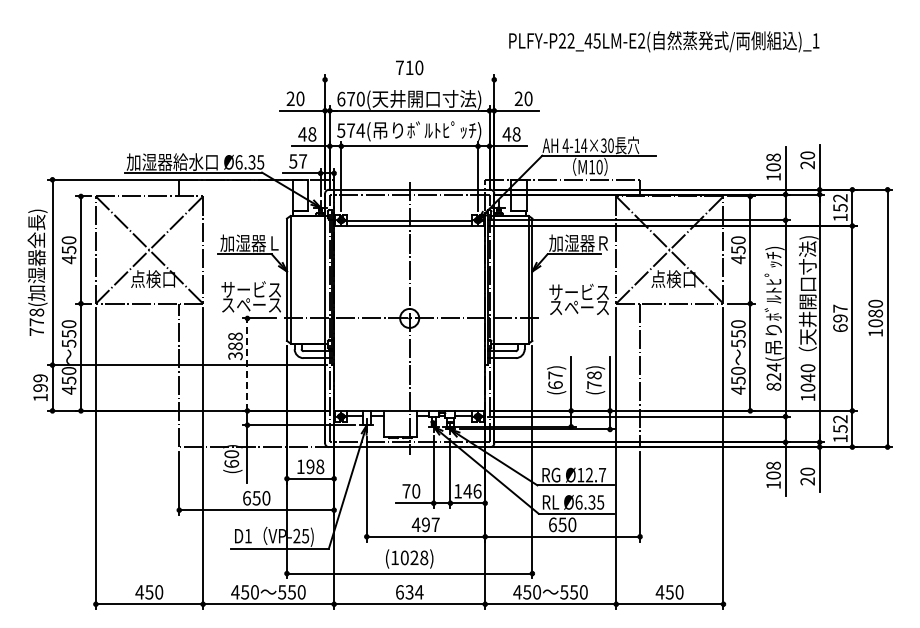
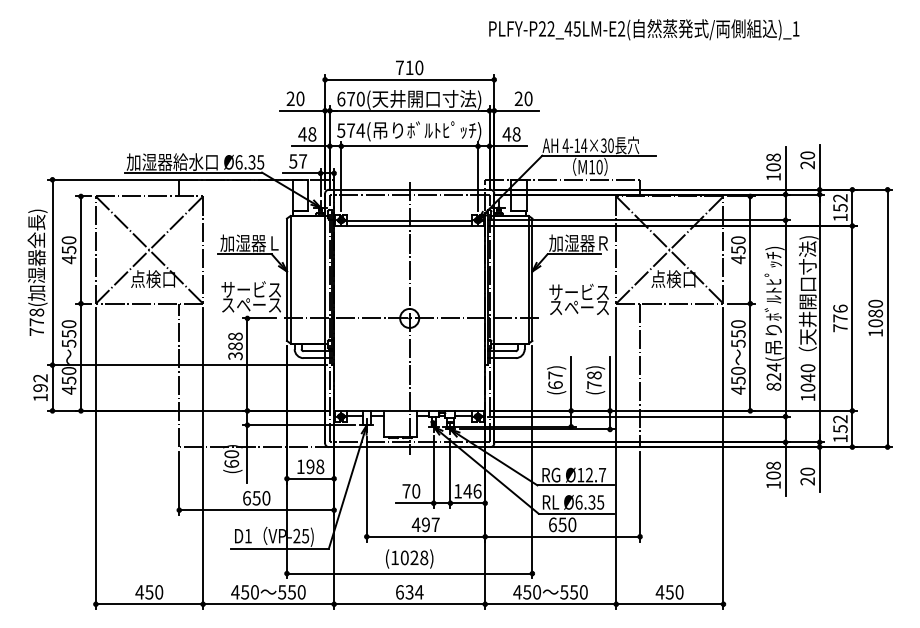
text at (664, 41) position: (664, 41) -> (644, 29)
line at (409, 79): none -> present
text at (840, 318): 697 -> 776
line at (247, 364): dashed -> solid
text at (40, 378): 199 -> 192
